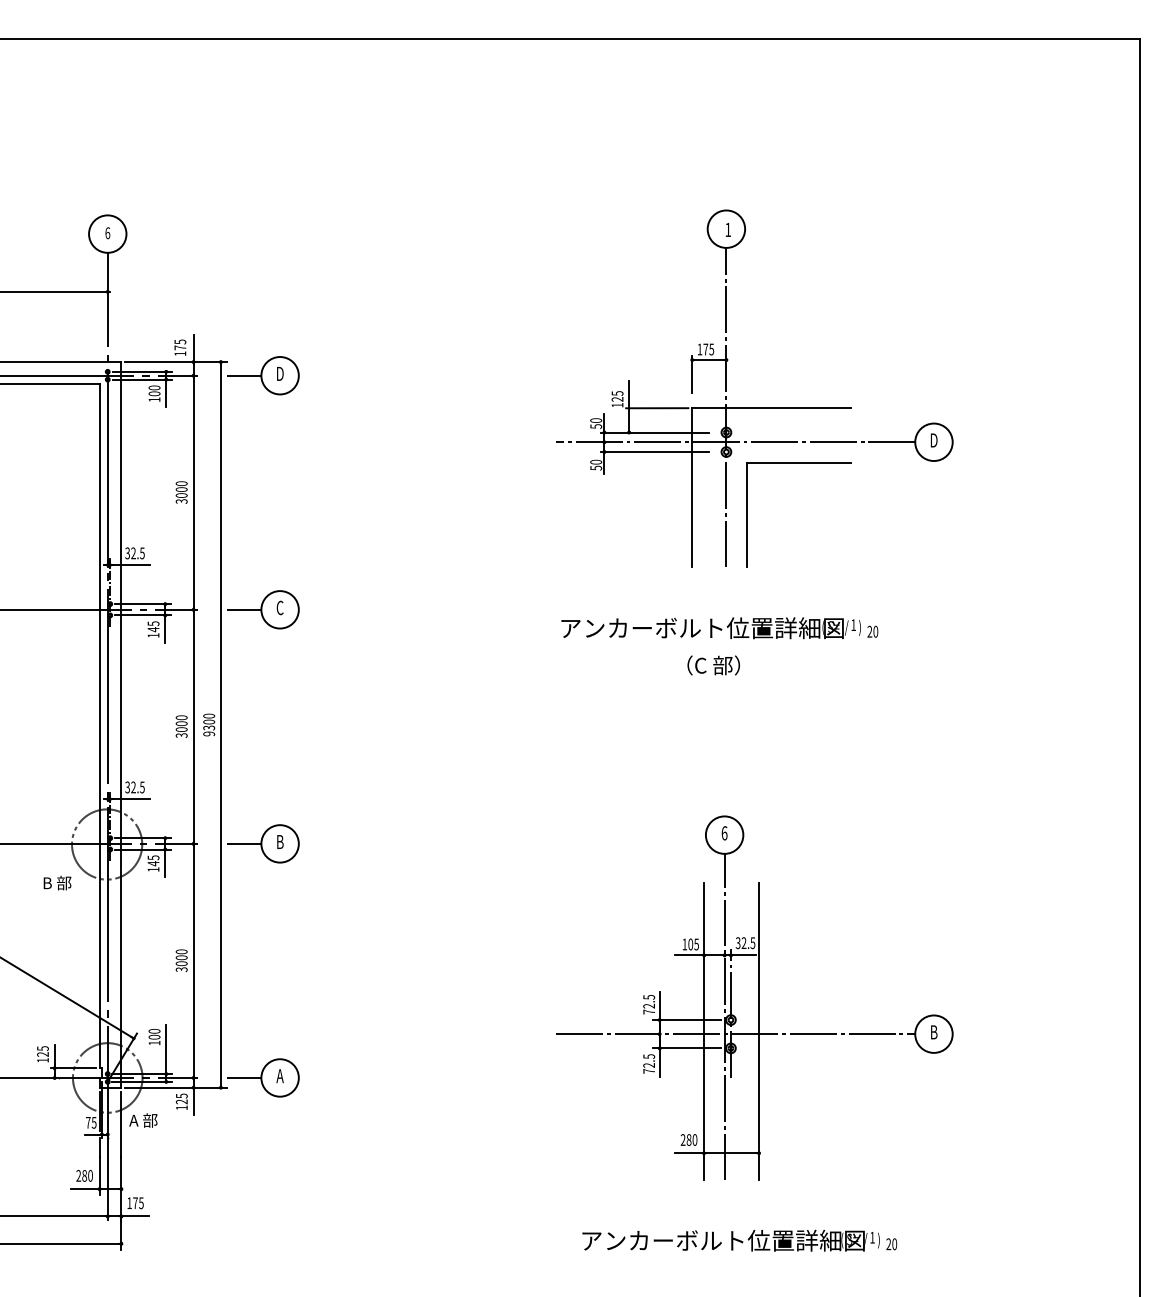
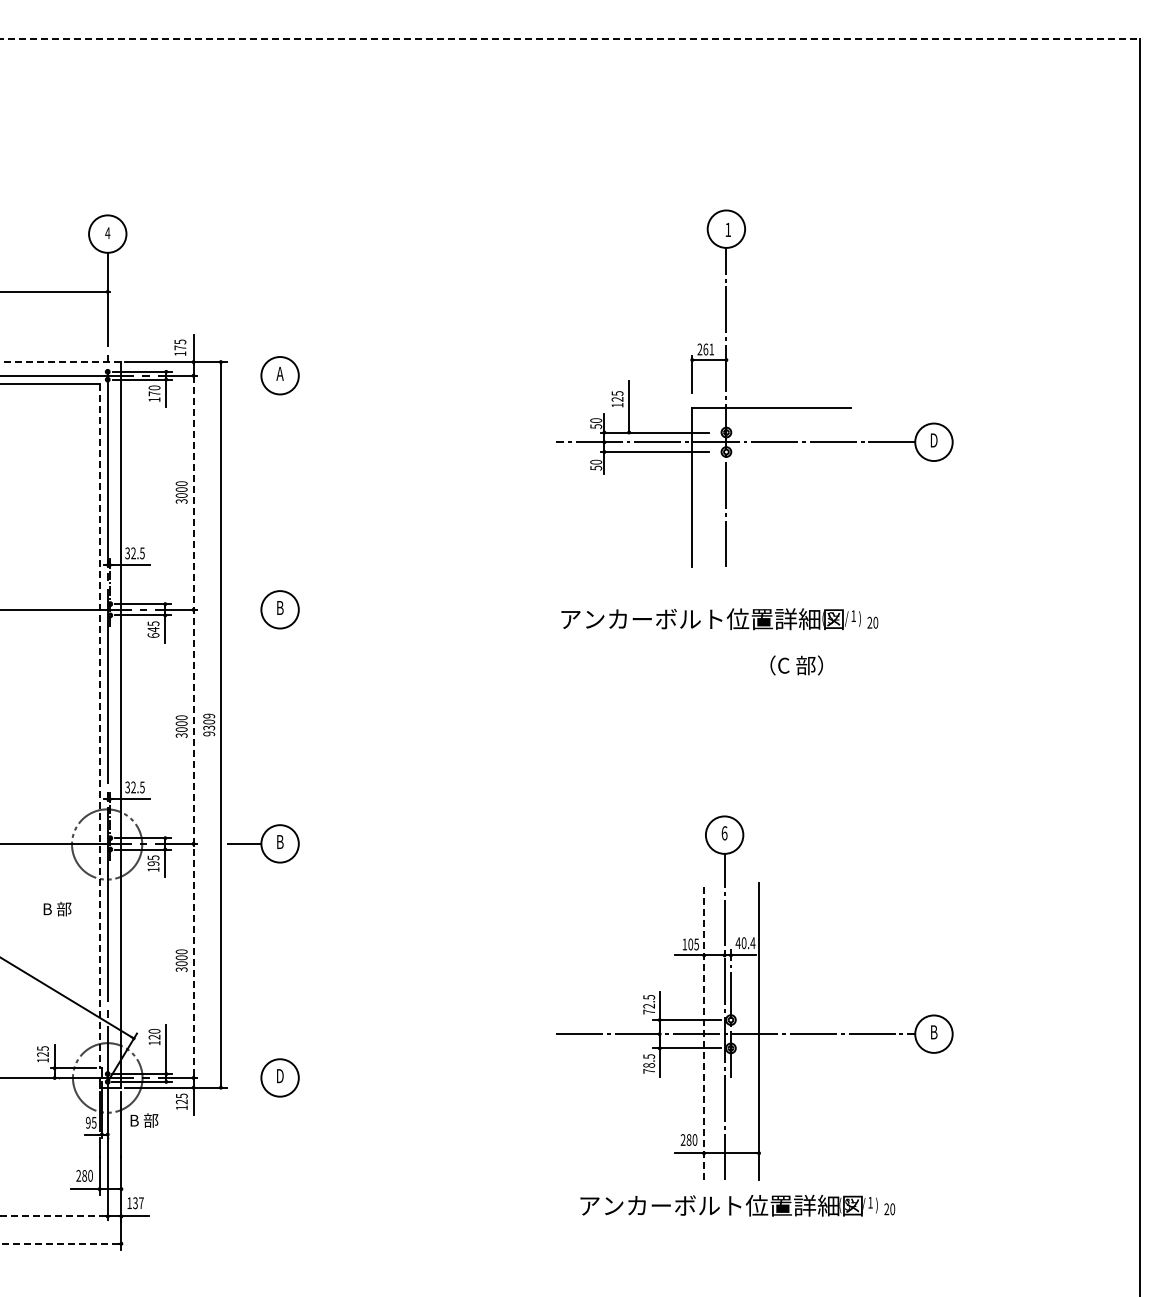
line at (570, 38): solid -> dashed
text at (107, 233): 6 -> 4
text at (705, 349): 175 -> 261
line at (60, 362): solid -> dashed
text at (279, 373): D -> A
line at (243, 375): present -> none
text at (154, 393): 100 -> 170
line at (657, 408): present -> none
part at (798, 463): present -> none
text at (279, 607): C -> B
line at (243, 609): present -> none
text at (719, 628) position: (719, 628) -> (719, 619)
text at (153, 635): 145 -> 645
text at (713, 665) position: (713, 665) -> (796, 665)
text at (208, 715): 9300 -> 9309
line at (99, 726): solid -> dashed
line at (193, 726): solid -> dashed
text at (153, 863): 145 -> 195
text at (57, 882) position: (57, 882) -> (57, 908)
text at (745, 943): 32.5 -> 40.4
line at (704, 1031): solid -> dashed
text at (154, 1036): 100 -> 120
text at (649, 1065): 72.5 -> 78.5
text at (279, 1076): A -> D
line at (243, 1077): present -> none
text at (143, 1120): A 部 -> B 部
text at (87, 1122): 75 -> 95
text at (138, 1203): 175 -> 137
line at (52, 1216): solid -> dashed
text at (739, 1240) position: (739, 1240) -> (737, 1205)
line at (61, 1243): solid -> dashed
